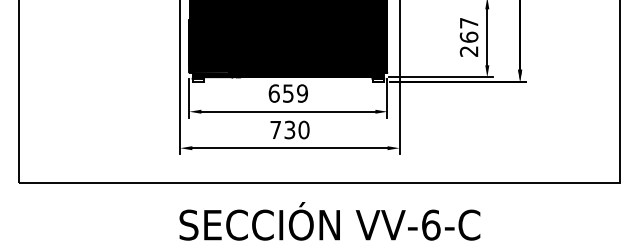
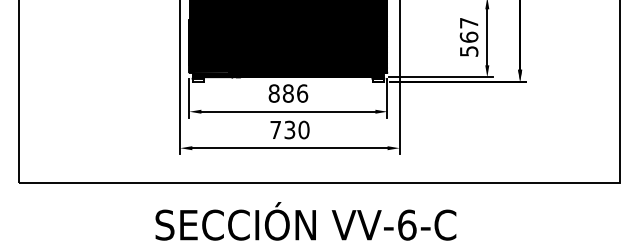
text at (468, 51): 267 -> 567
text at (288, 93): 659 -> 886
text at (329, 221) position: (329, 221) -> (305, 221)
